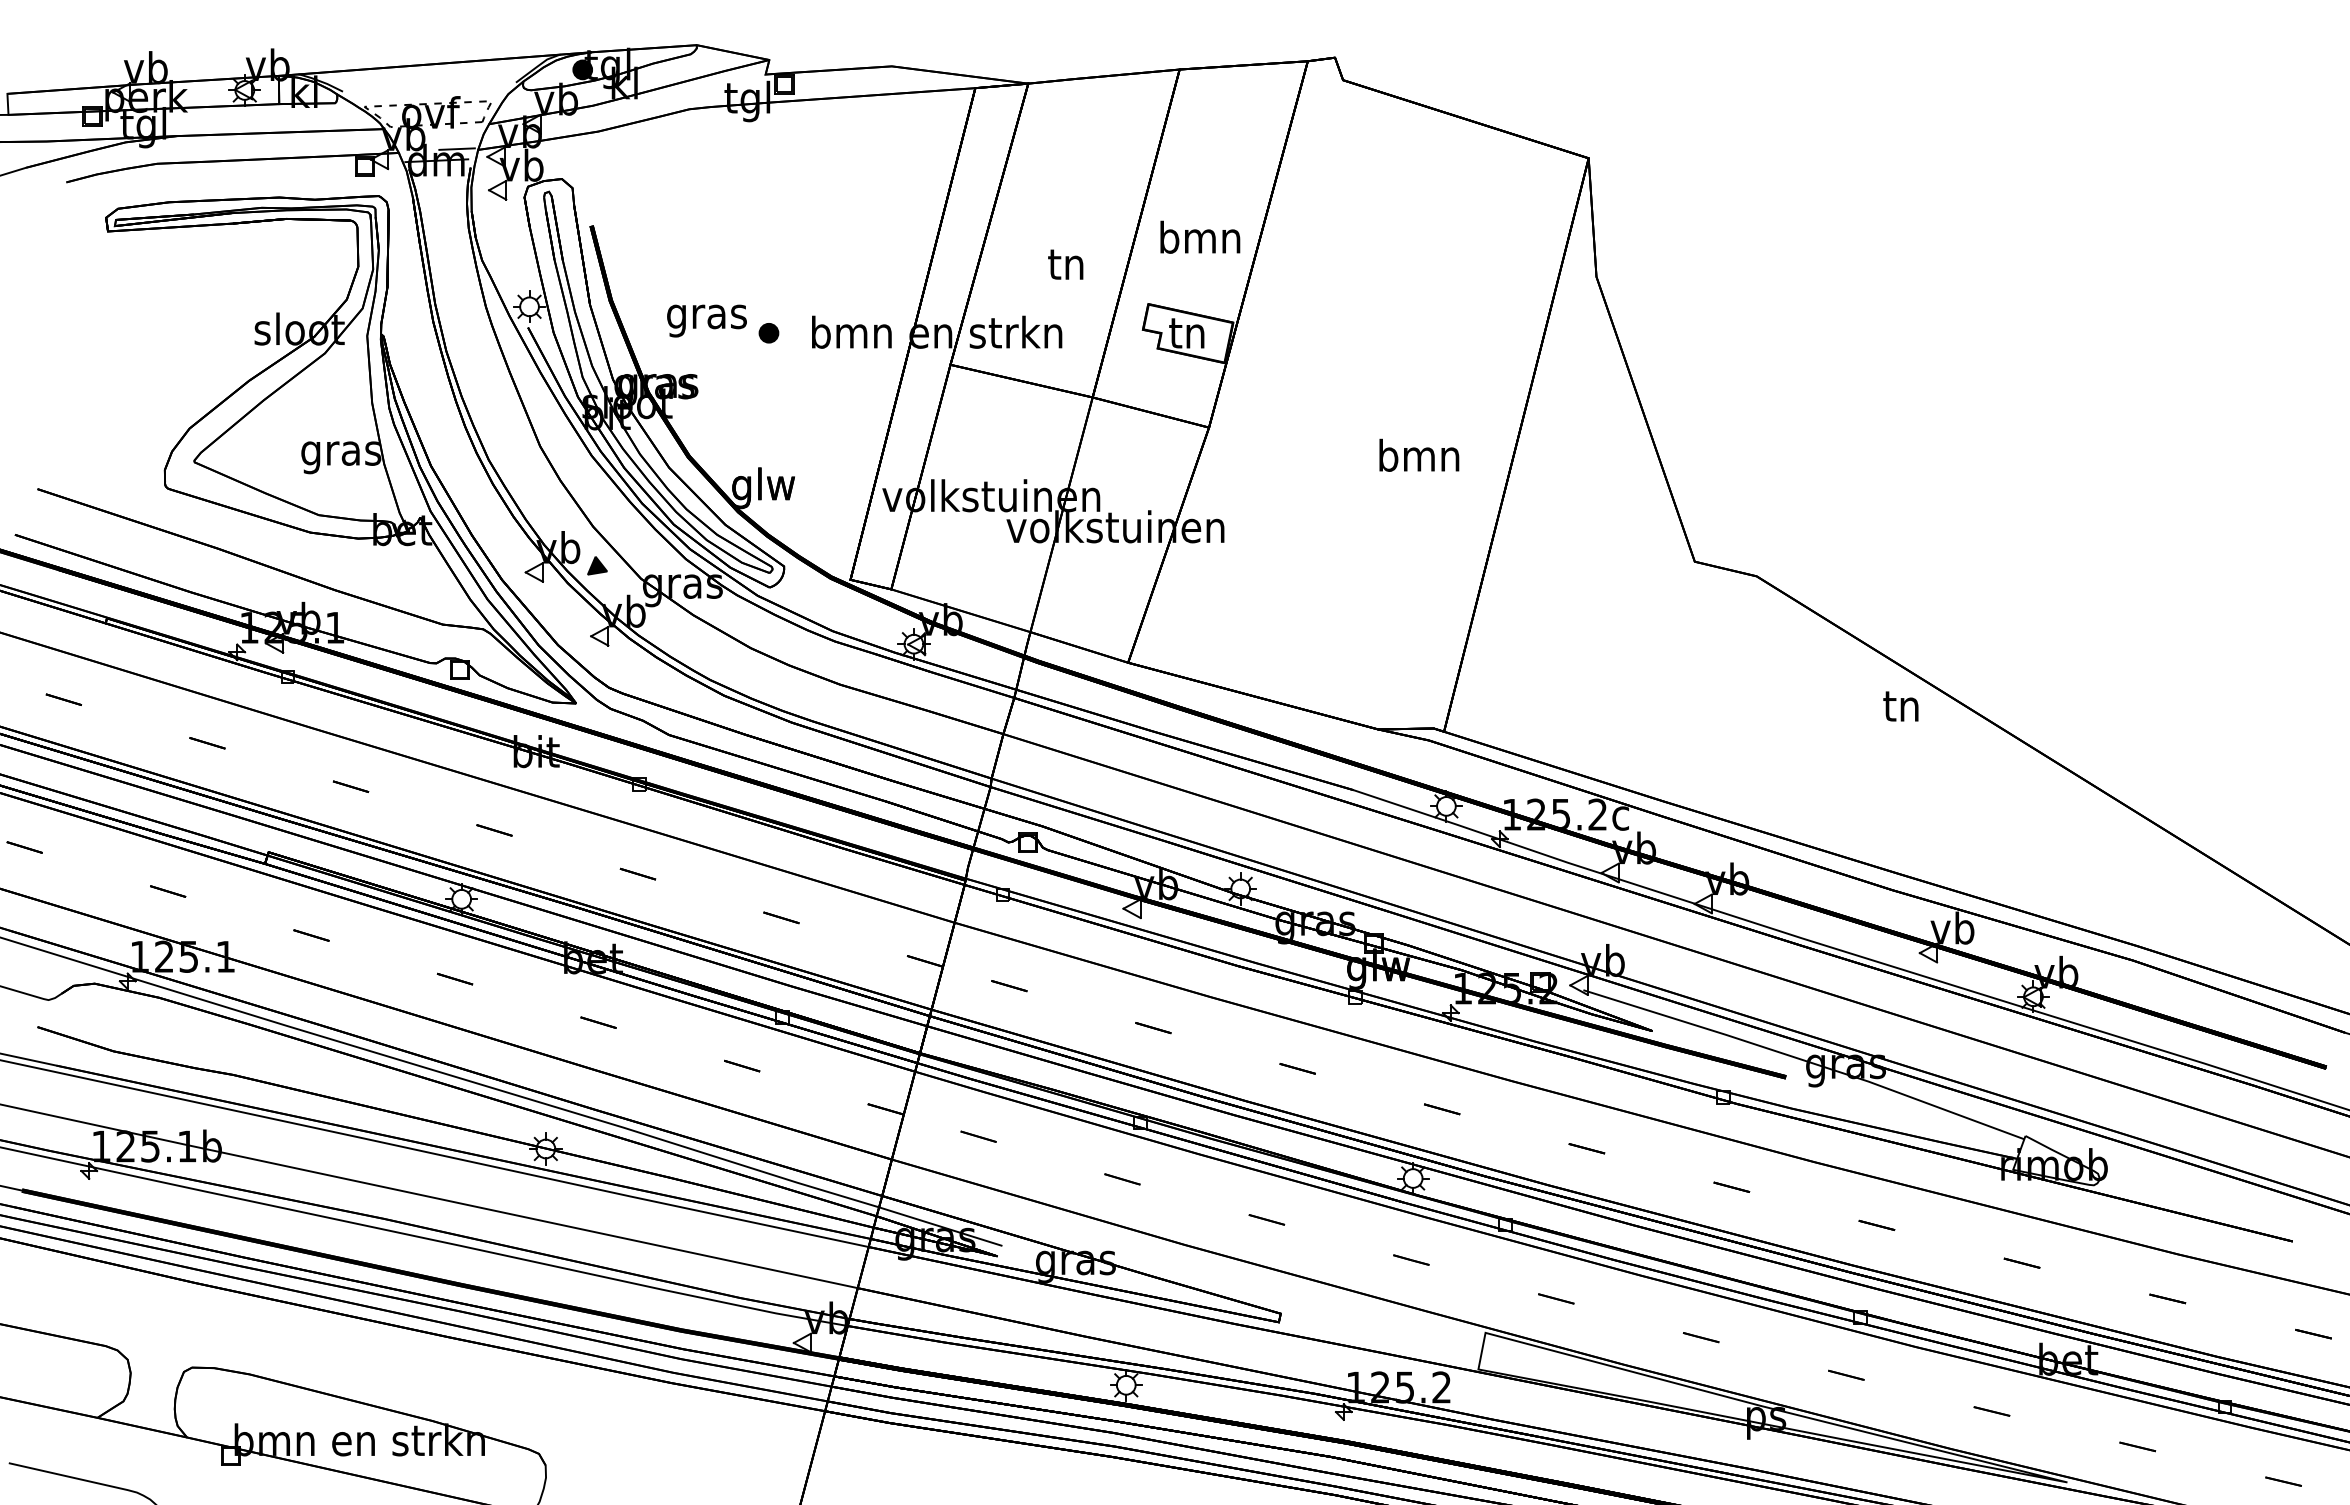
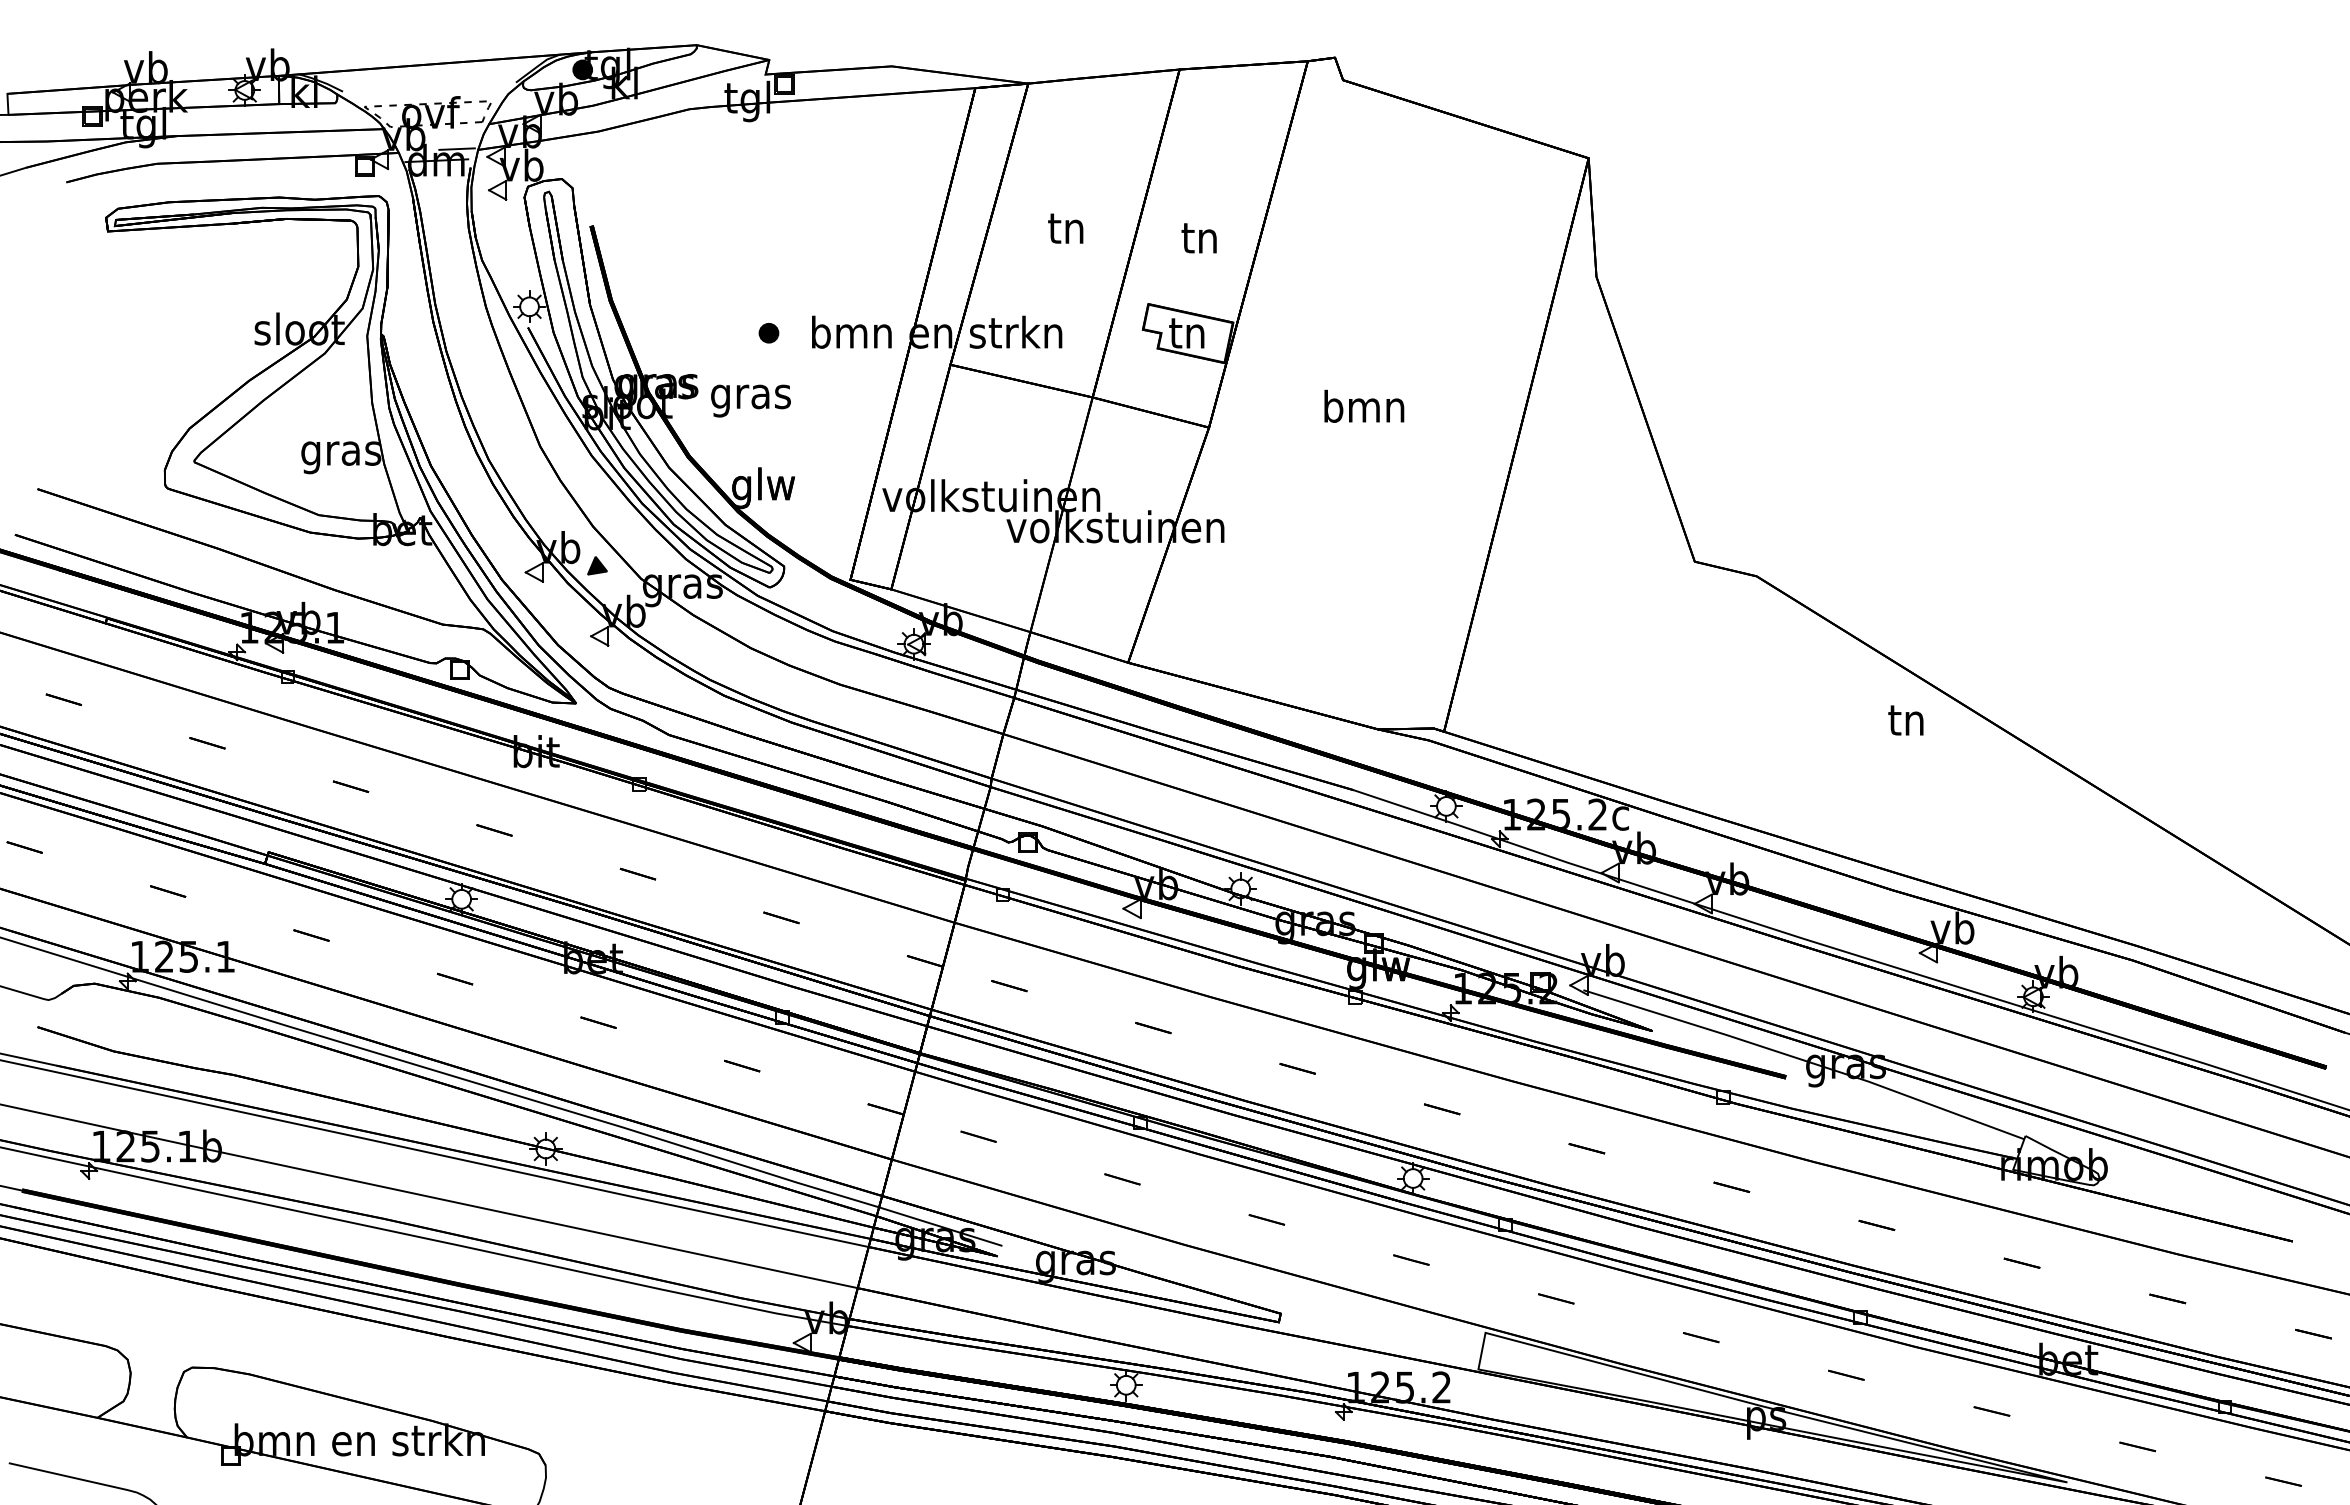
text at (1200, 236): bmn -> tn
text at (1065, 264) position: (1065, 264) -> (1065, 228)
text at (706, 320) position: (706, 320) -> (750, 400)
text at (1419, 454) position: (1419, 454) -> (1364, 405)
text at (1900, 706) position: (1900, 706) -> (1905, 720)
